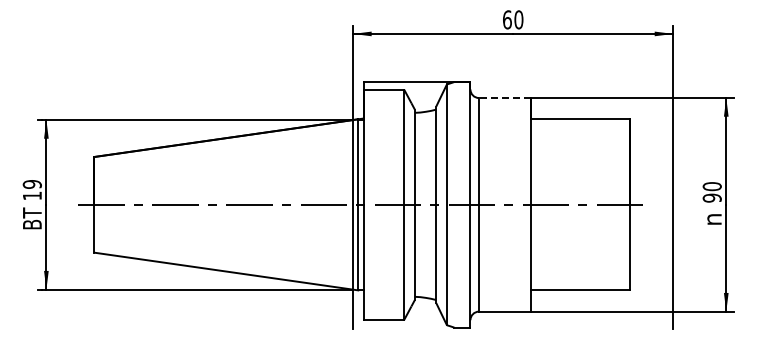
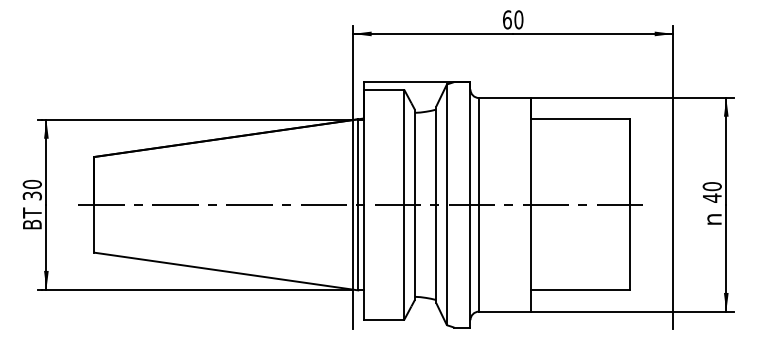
line at (504, 98): dashed -> solid
text at (31, 190): 19 -> 30
text at (711, 197): 90 -> 40
